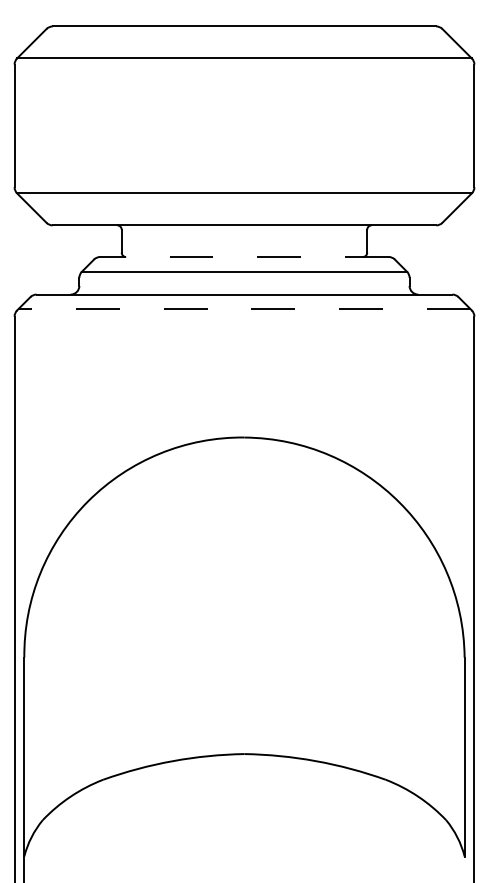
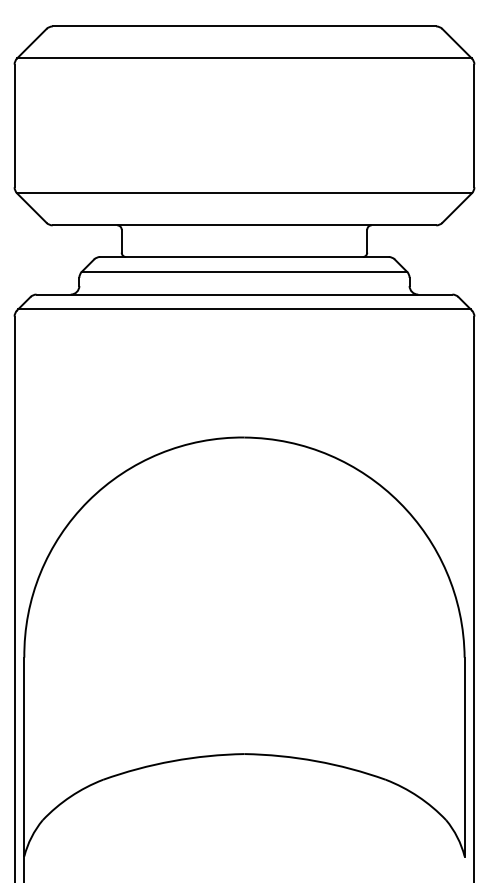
line at (243, 257): dashed -> solid
line at (243, 309): dashed -> solid
